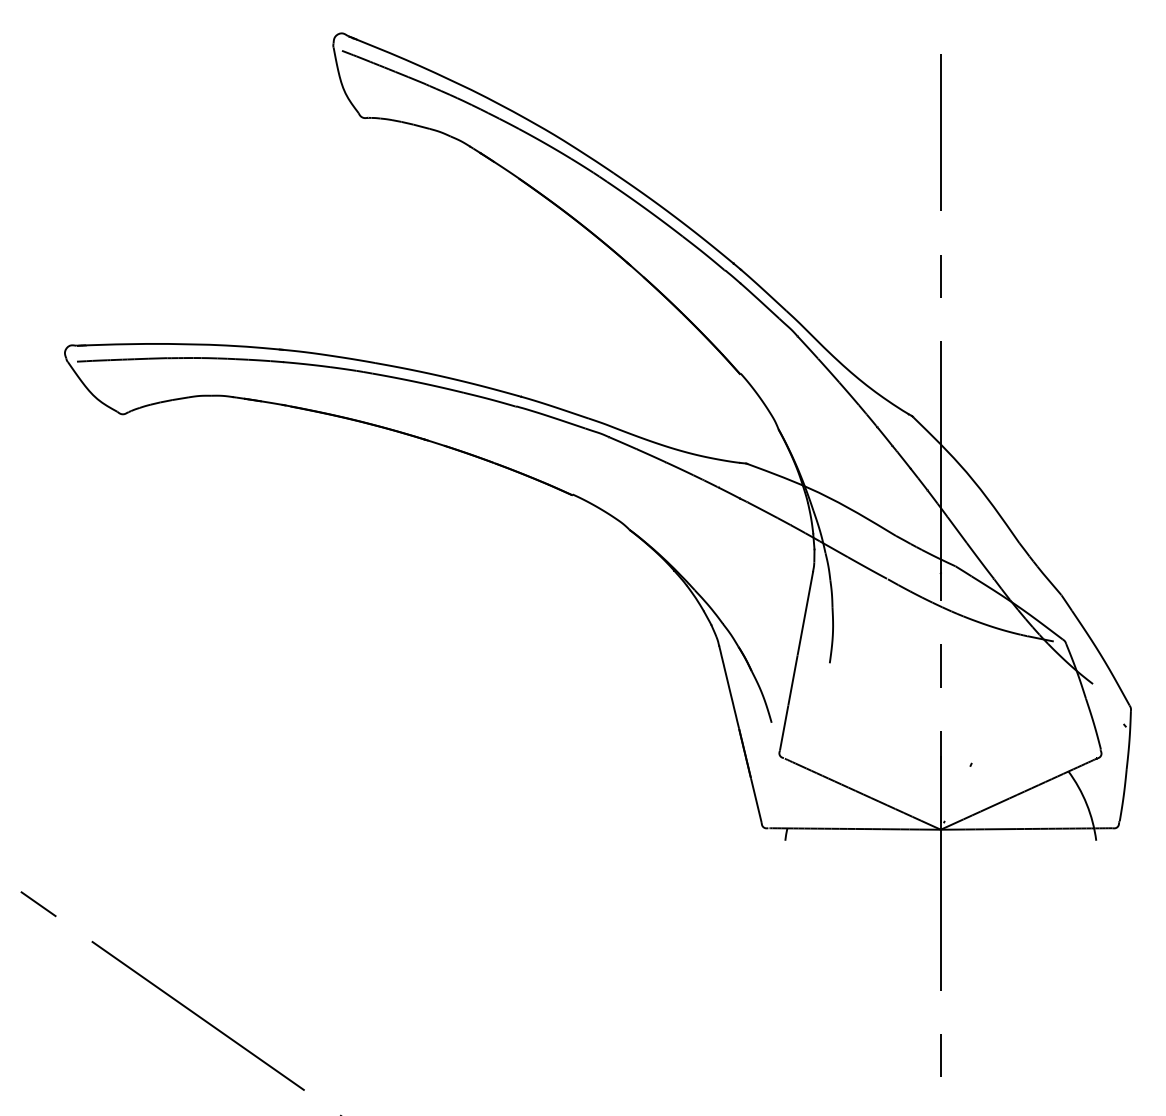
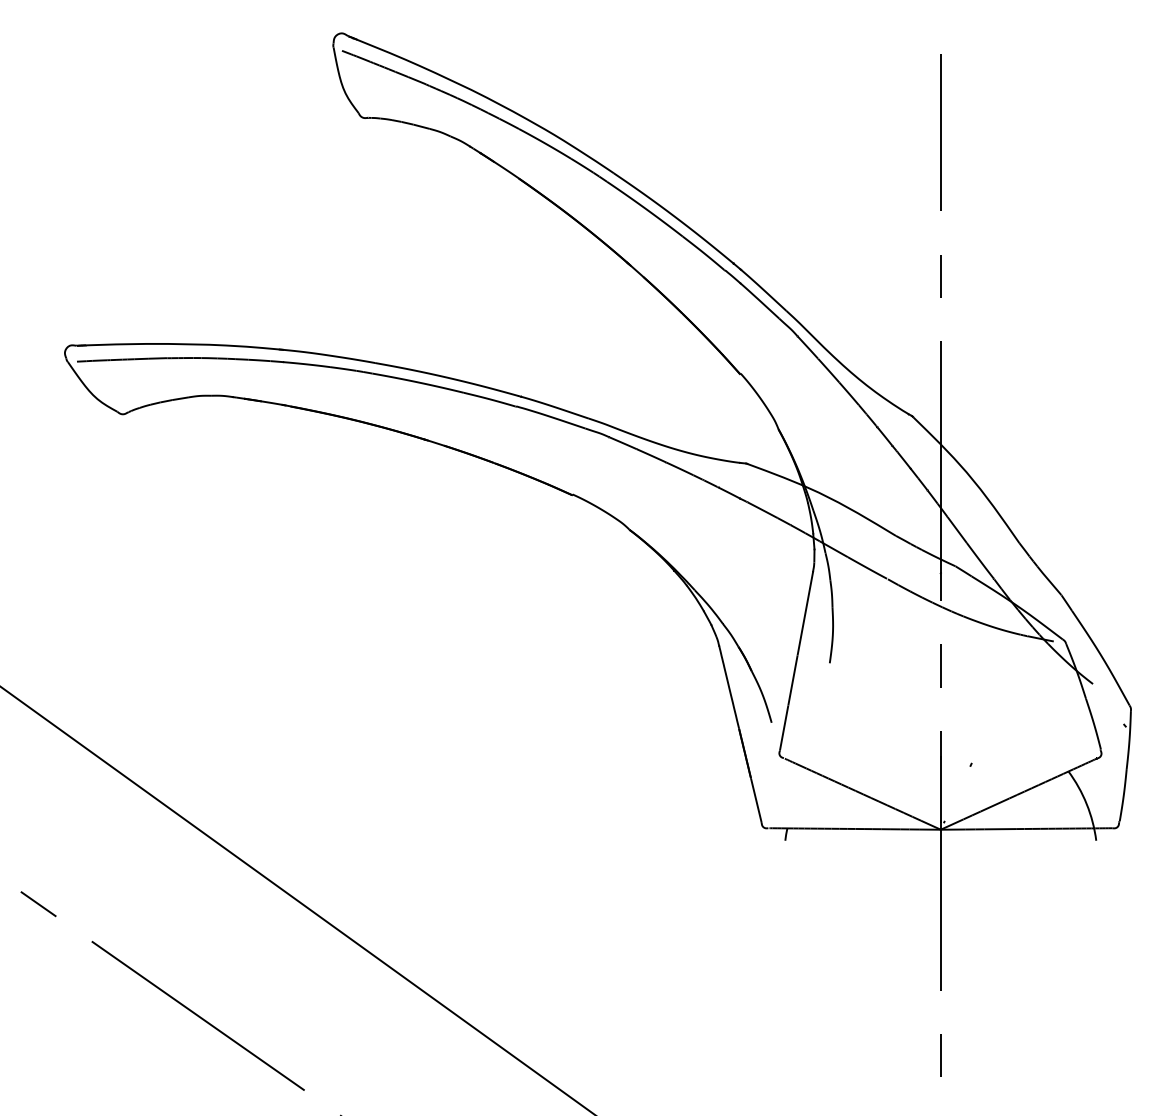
line at (296, 900): none -> present
